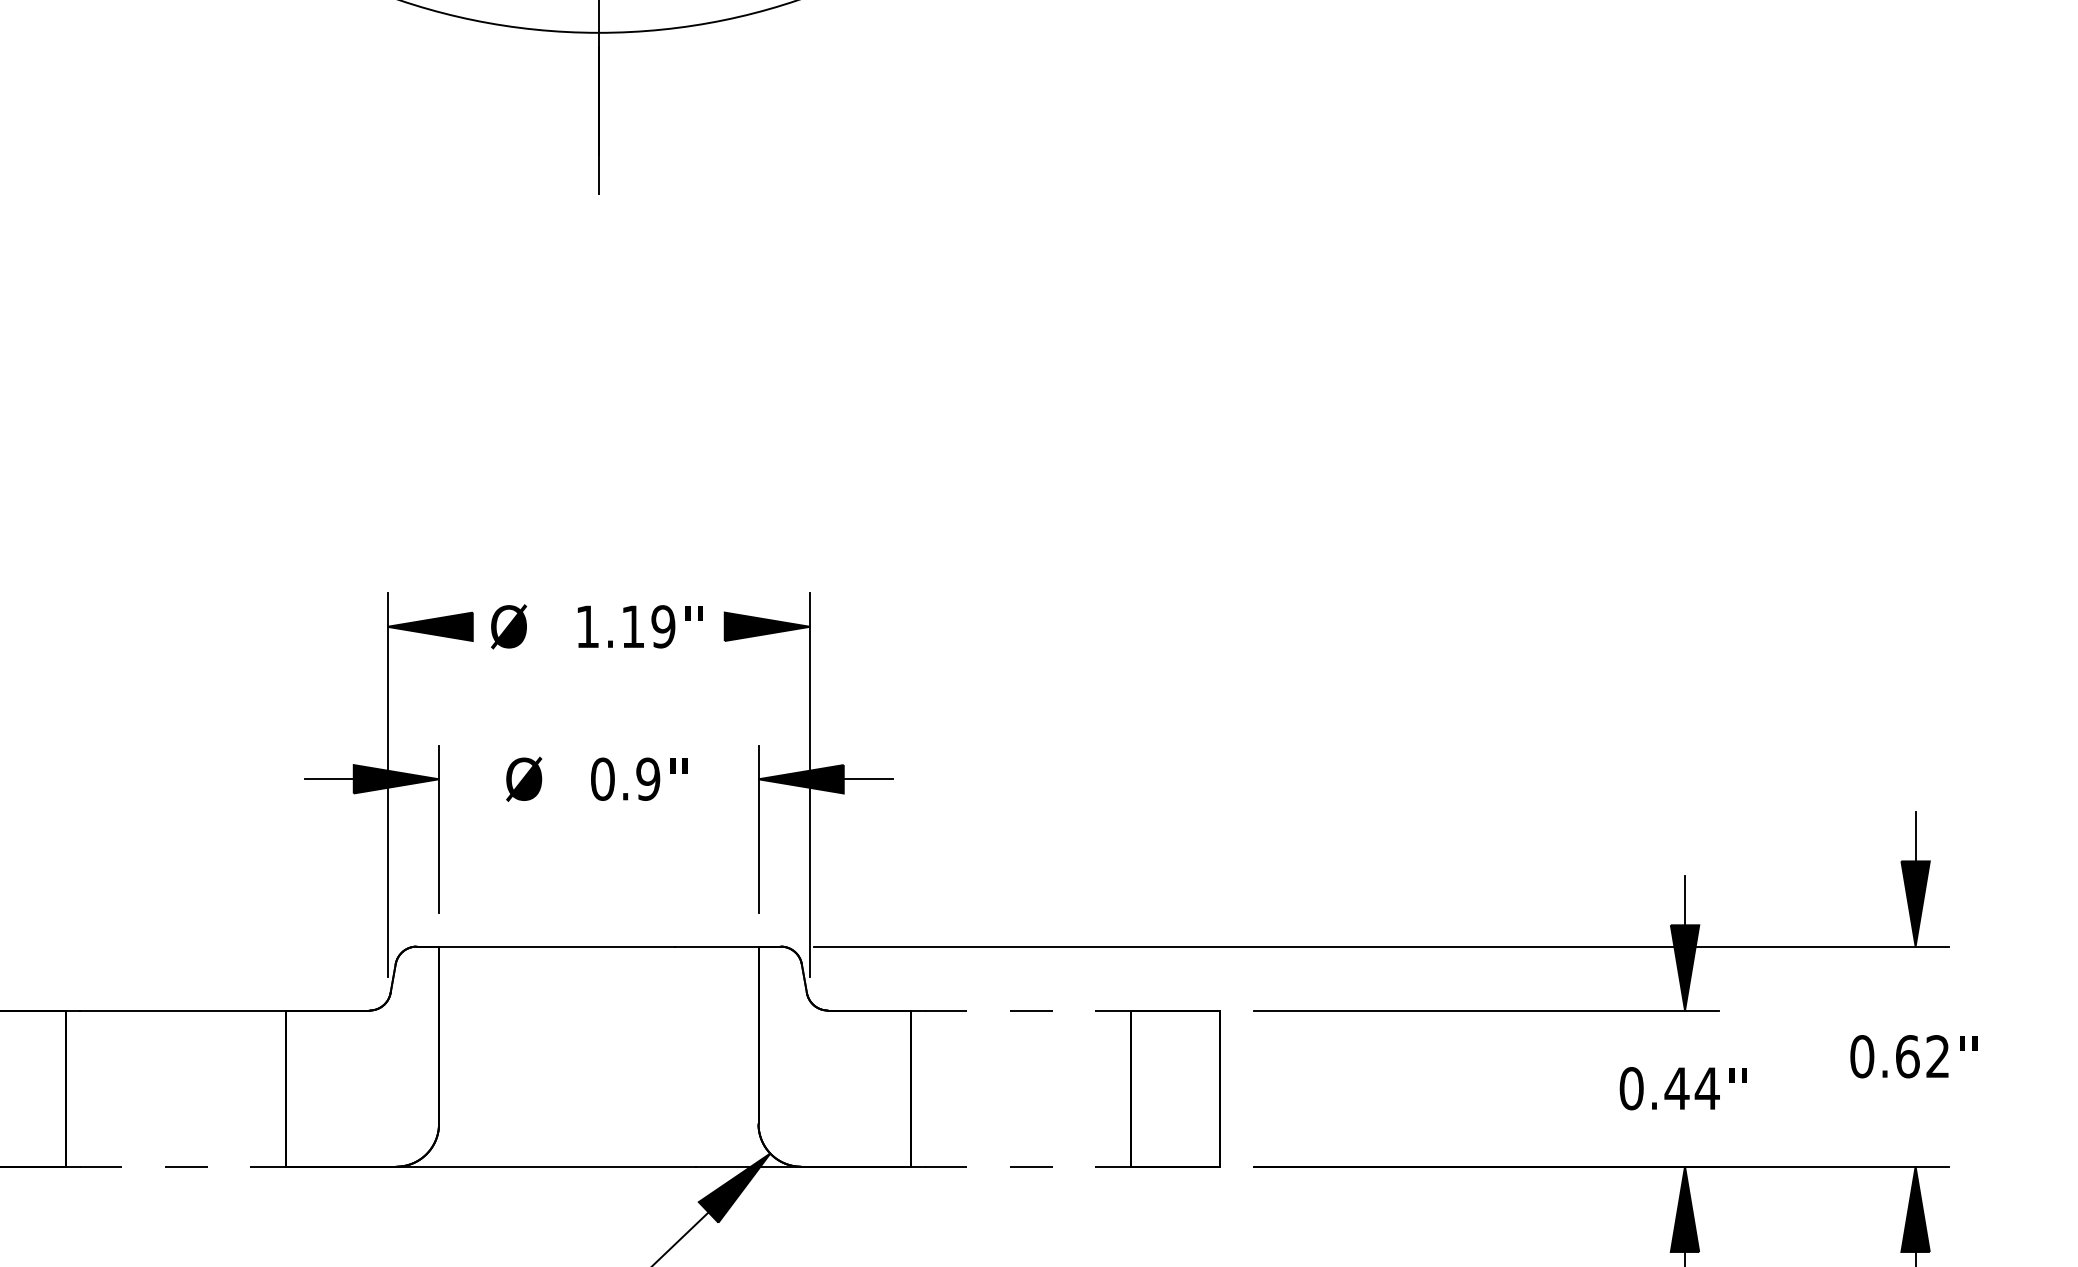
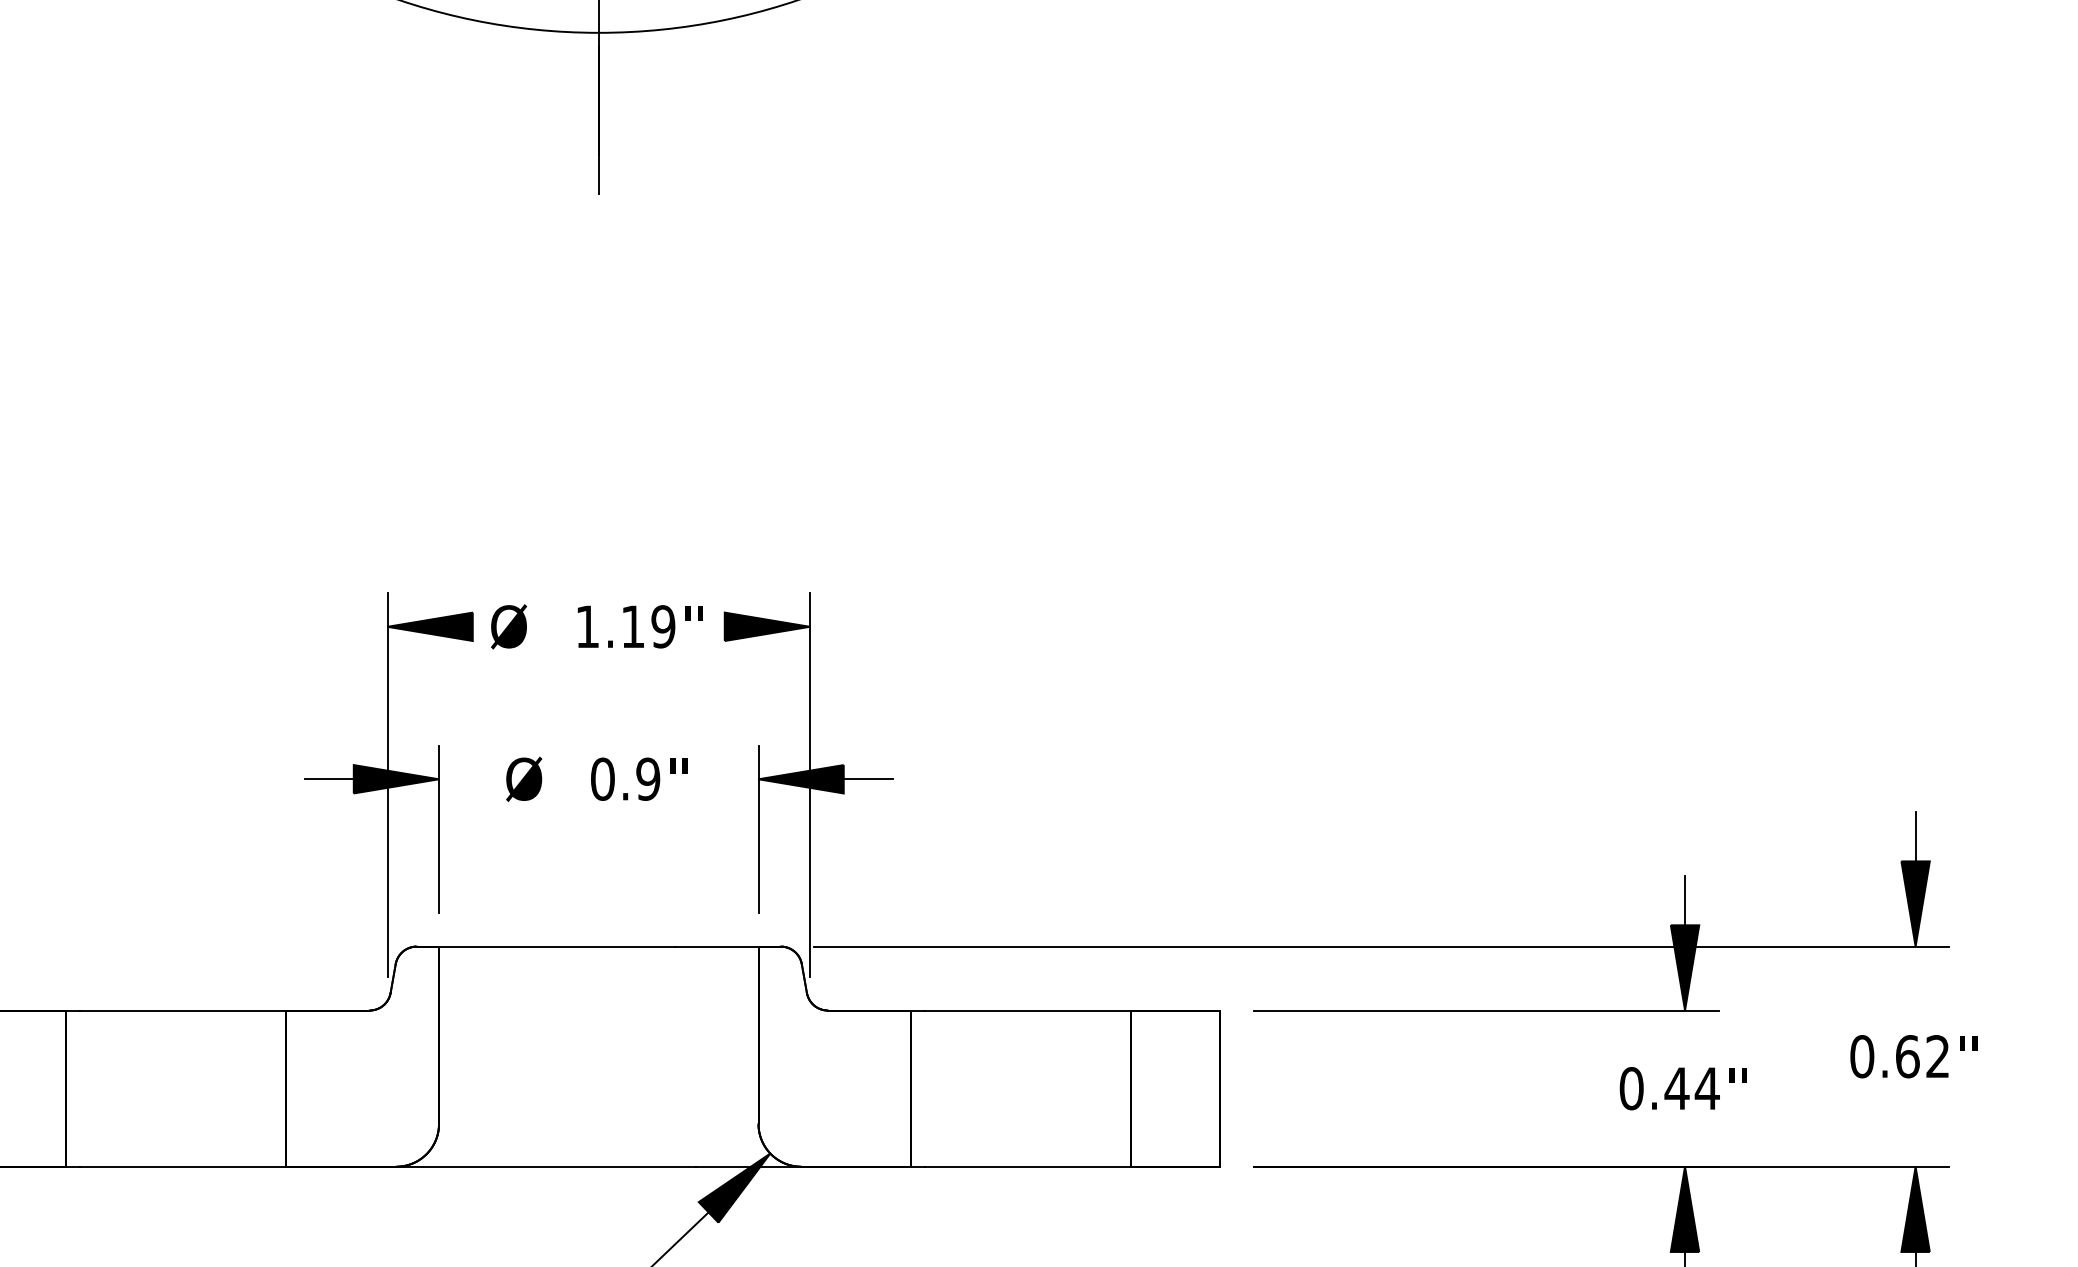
line at (1028, 1010): dashed -> solid
line at (183, 1166): dashed -> solid
line at (1028, 1166): dashed -> solid
